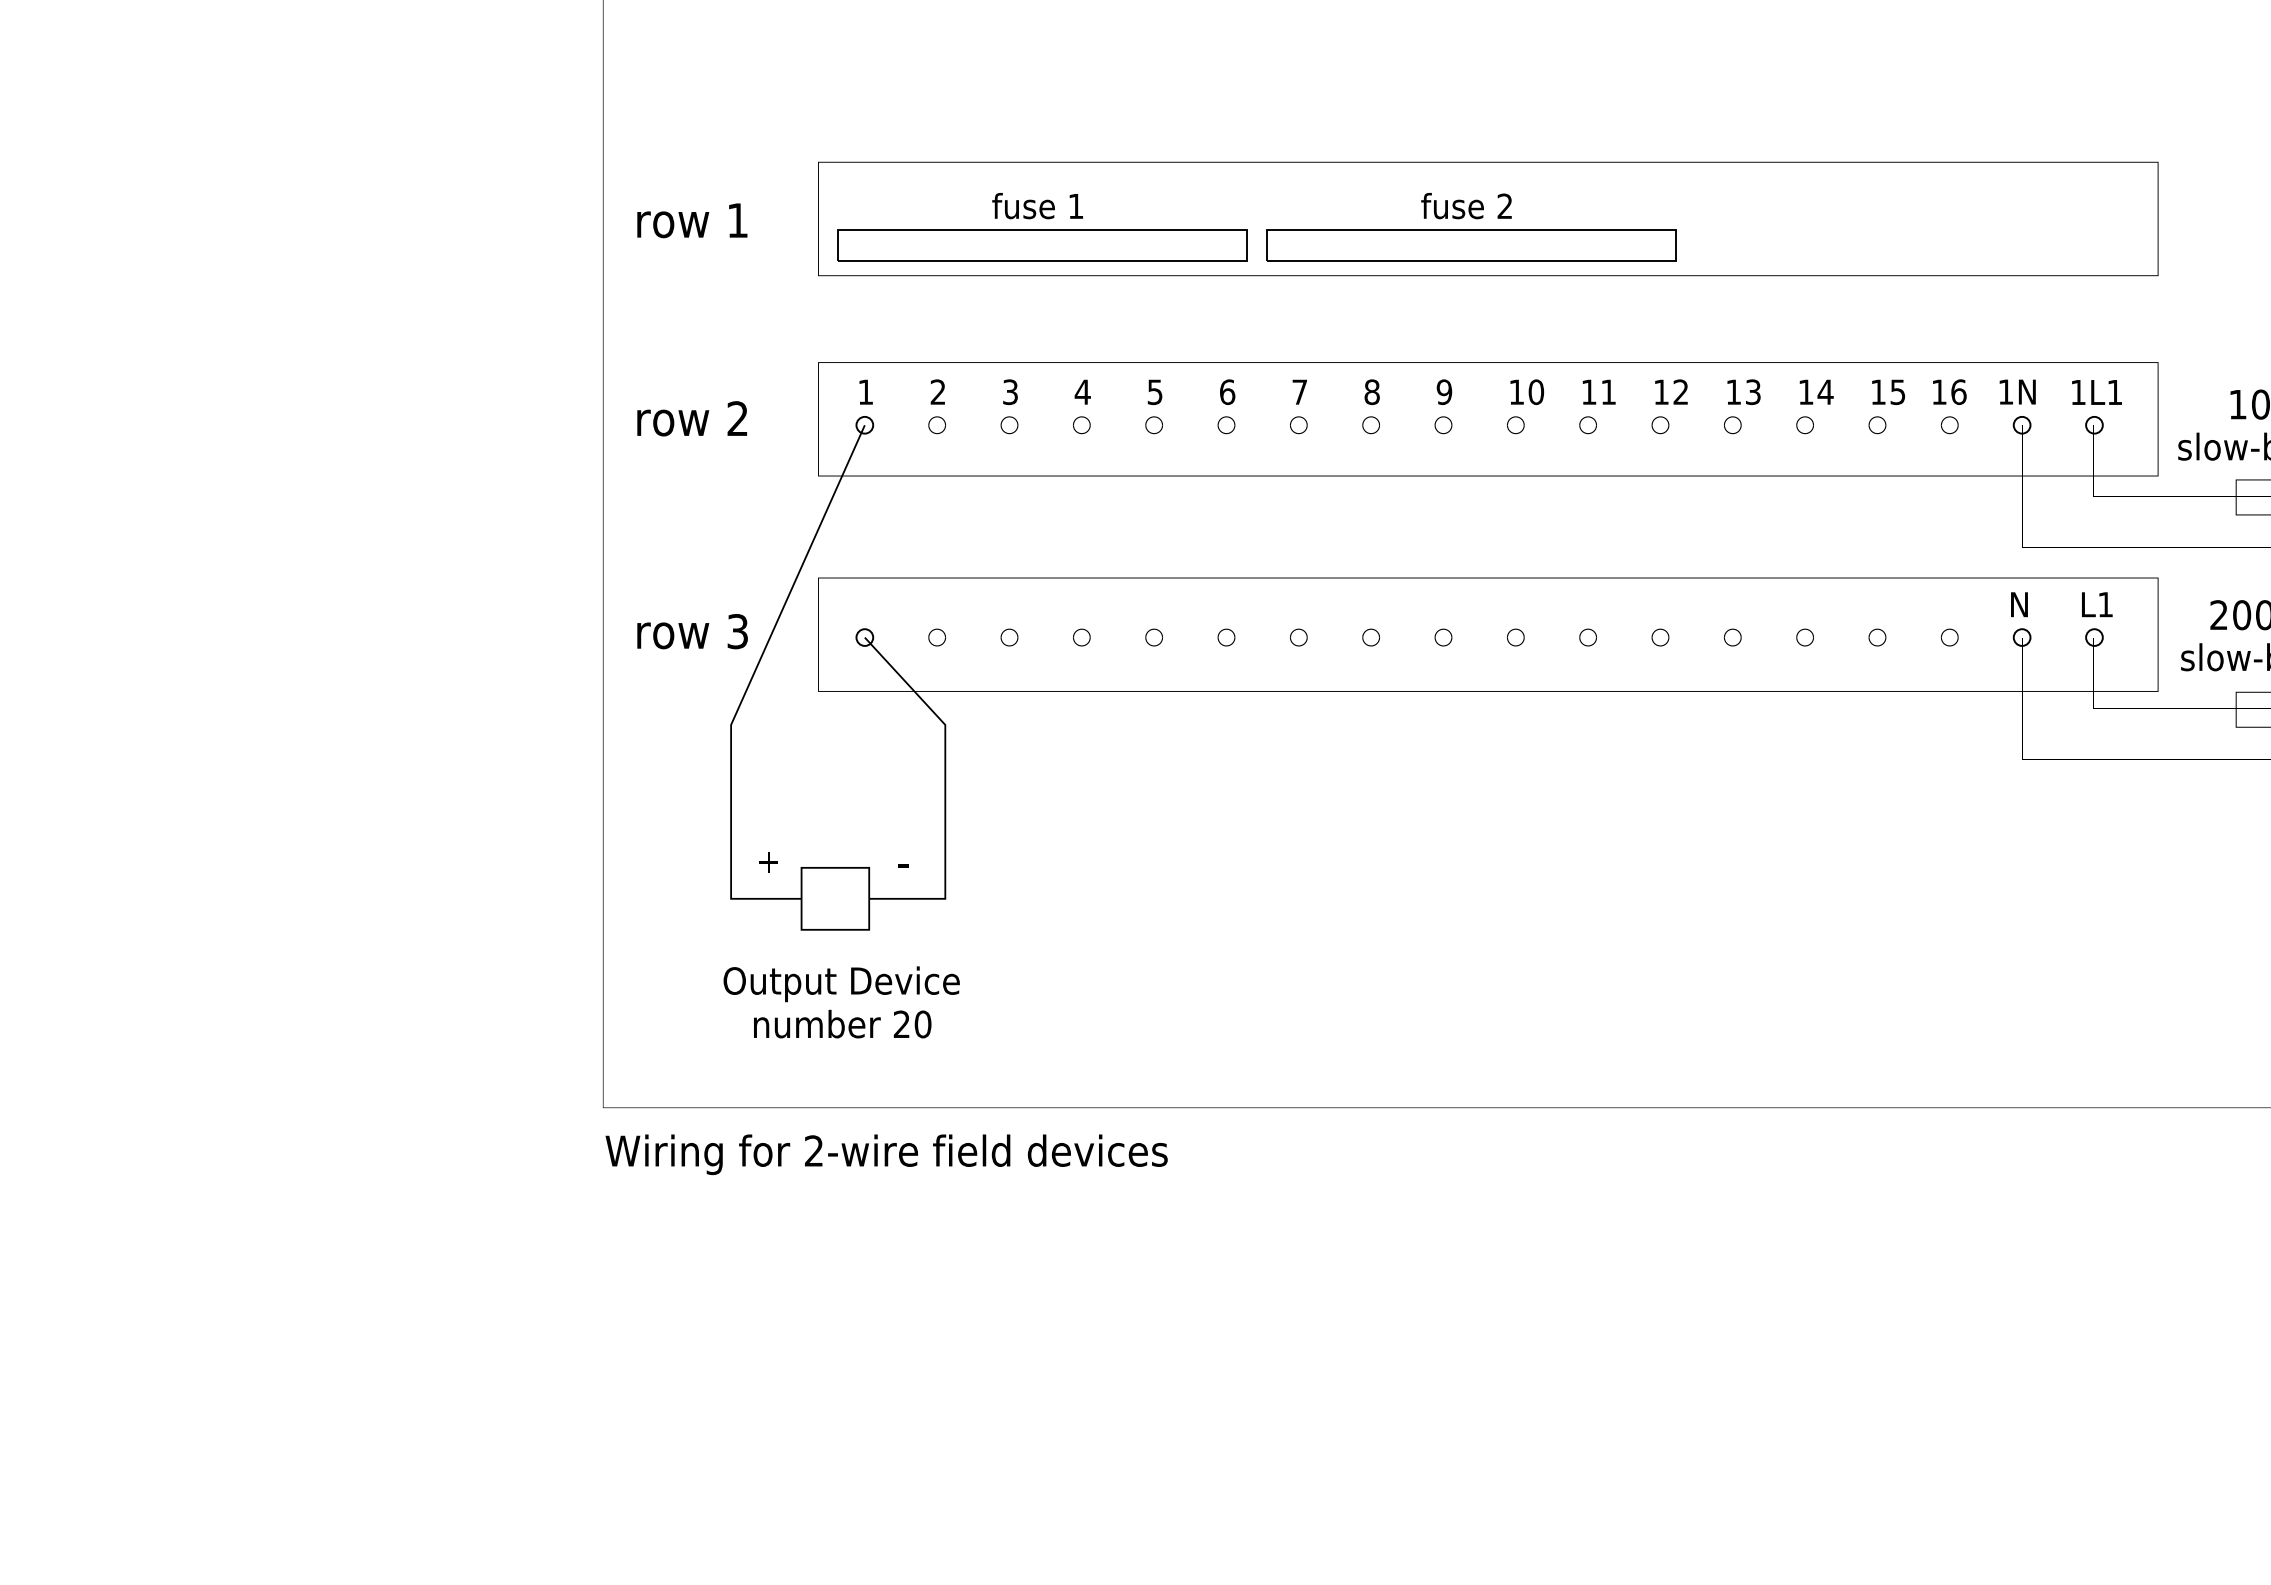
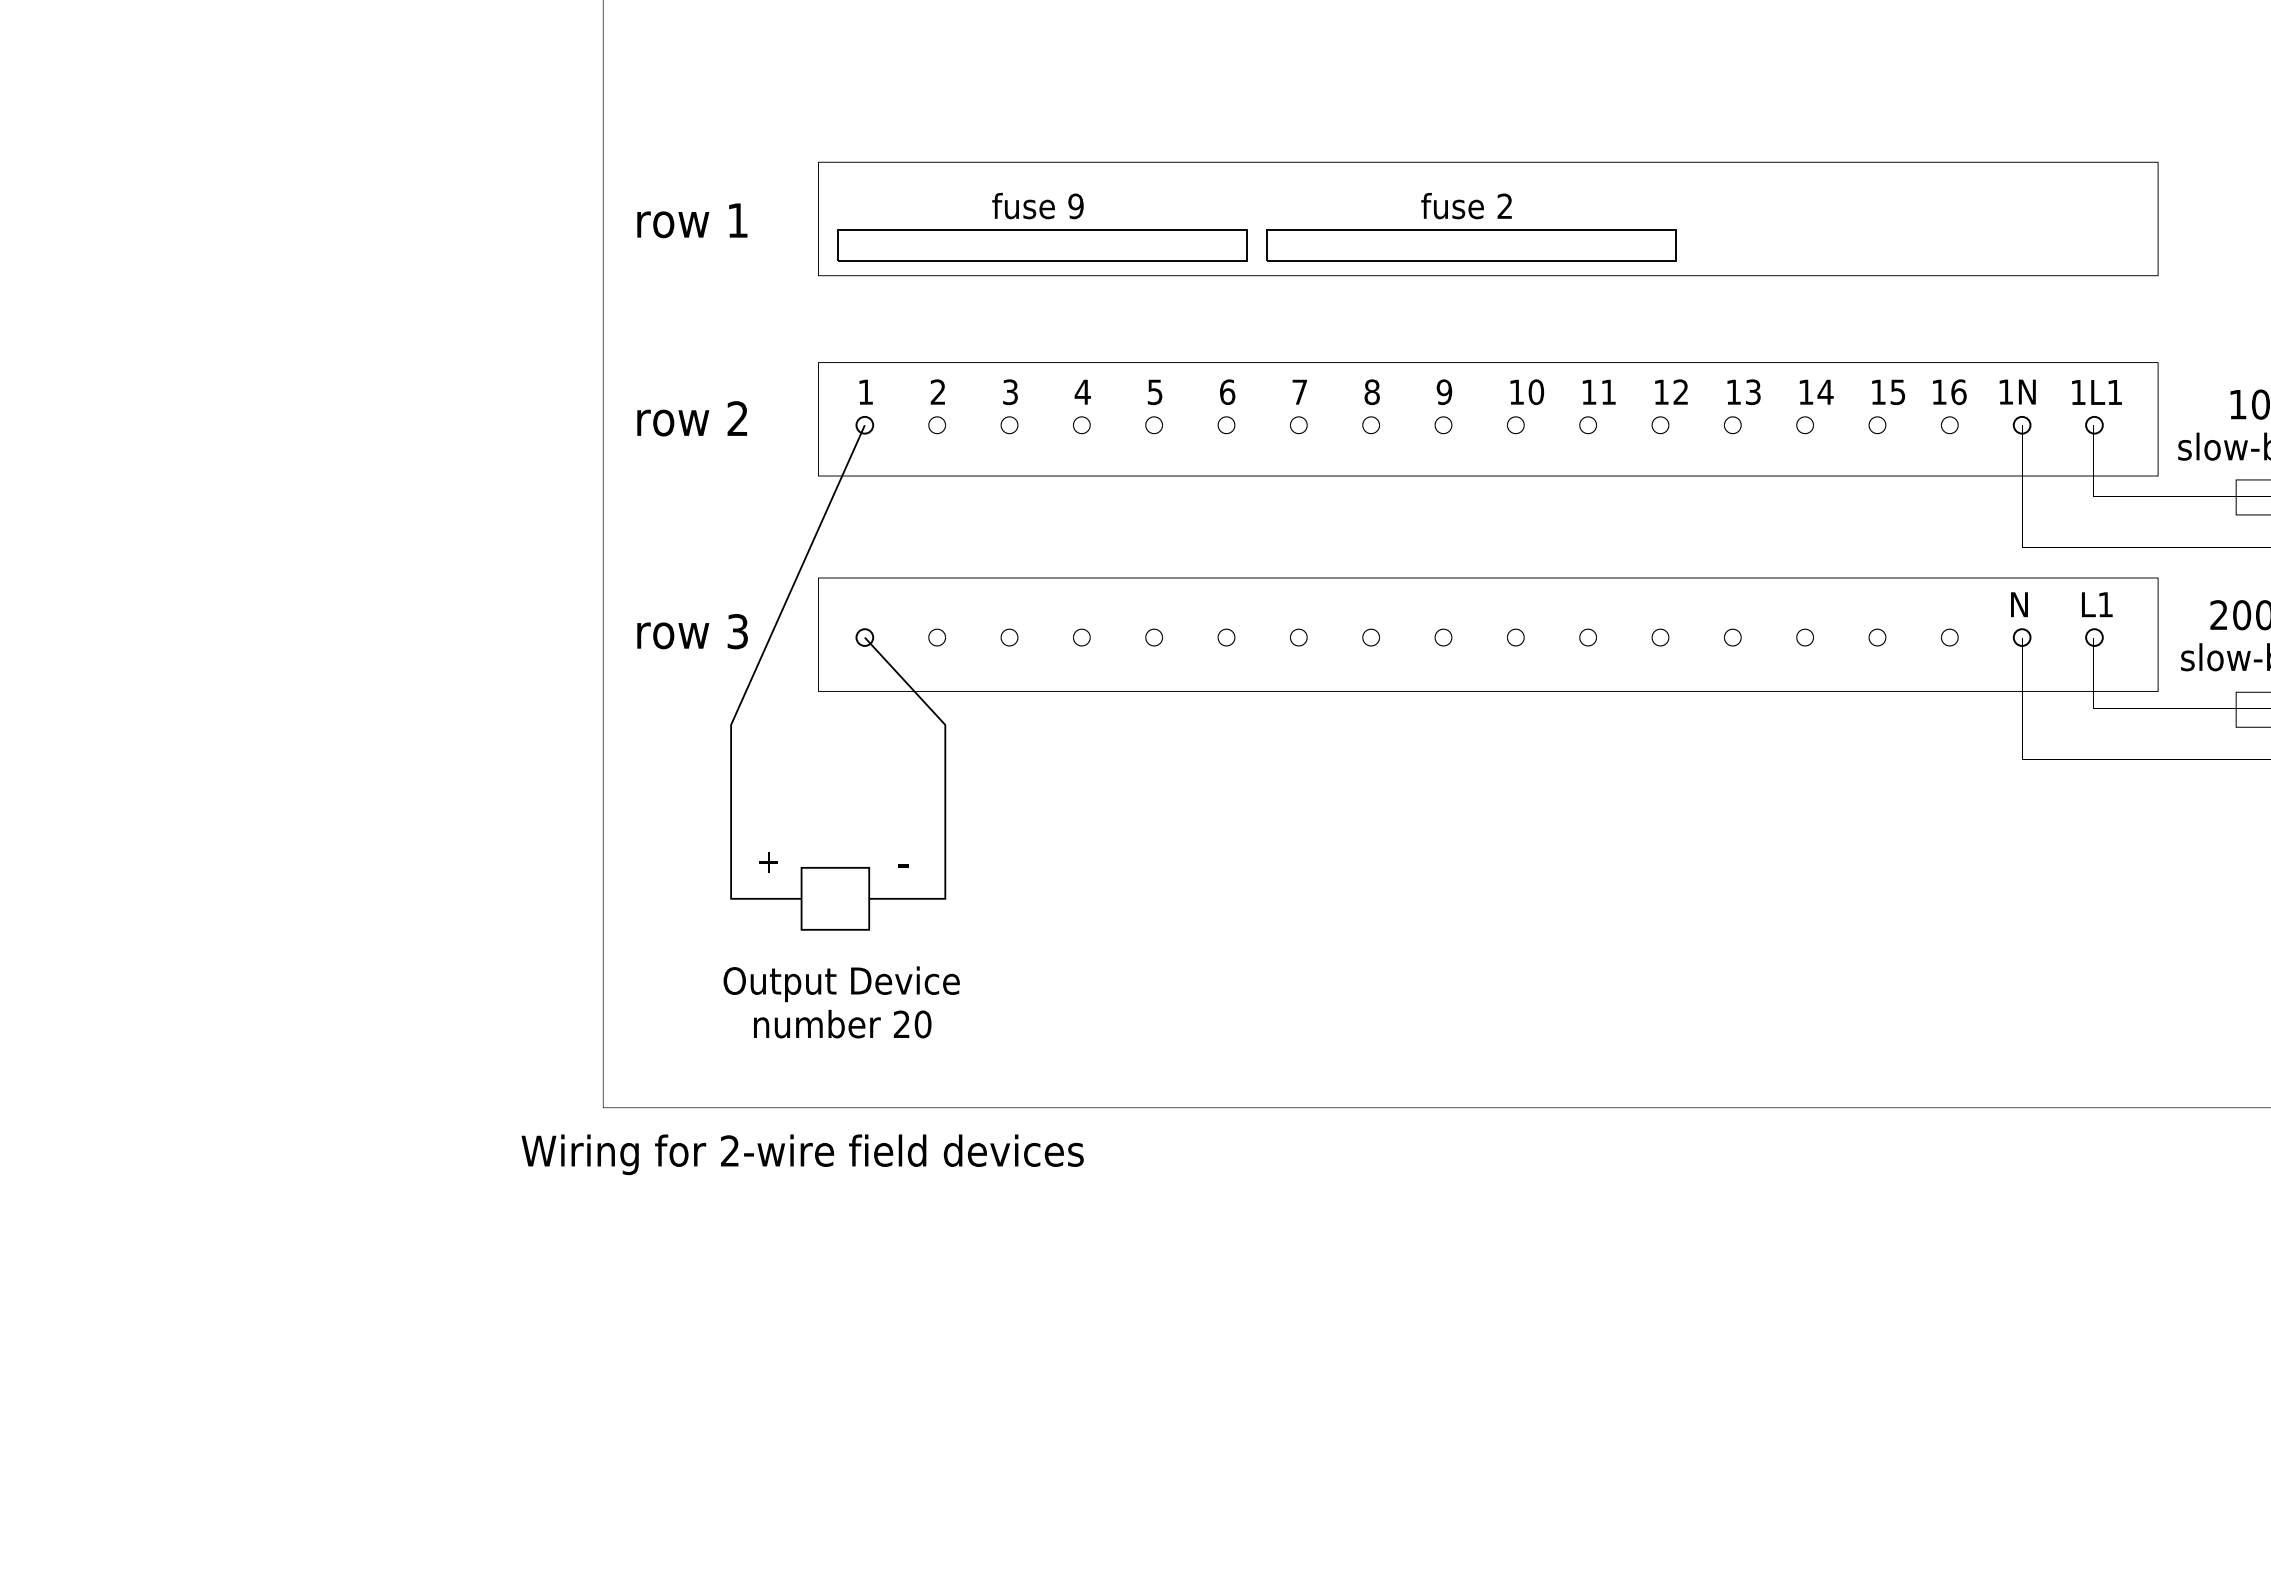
text at (1075, 206): 1 -> 9
text at (886, 1154) position: (886, 1154) -> (802, 1154)
